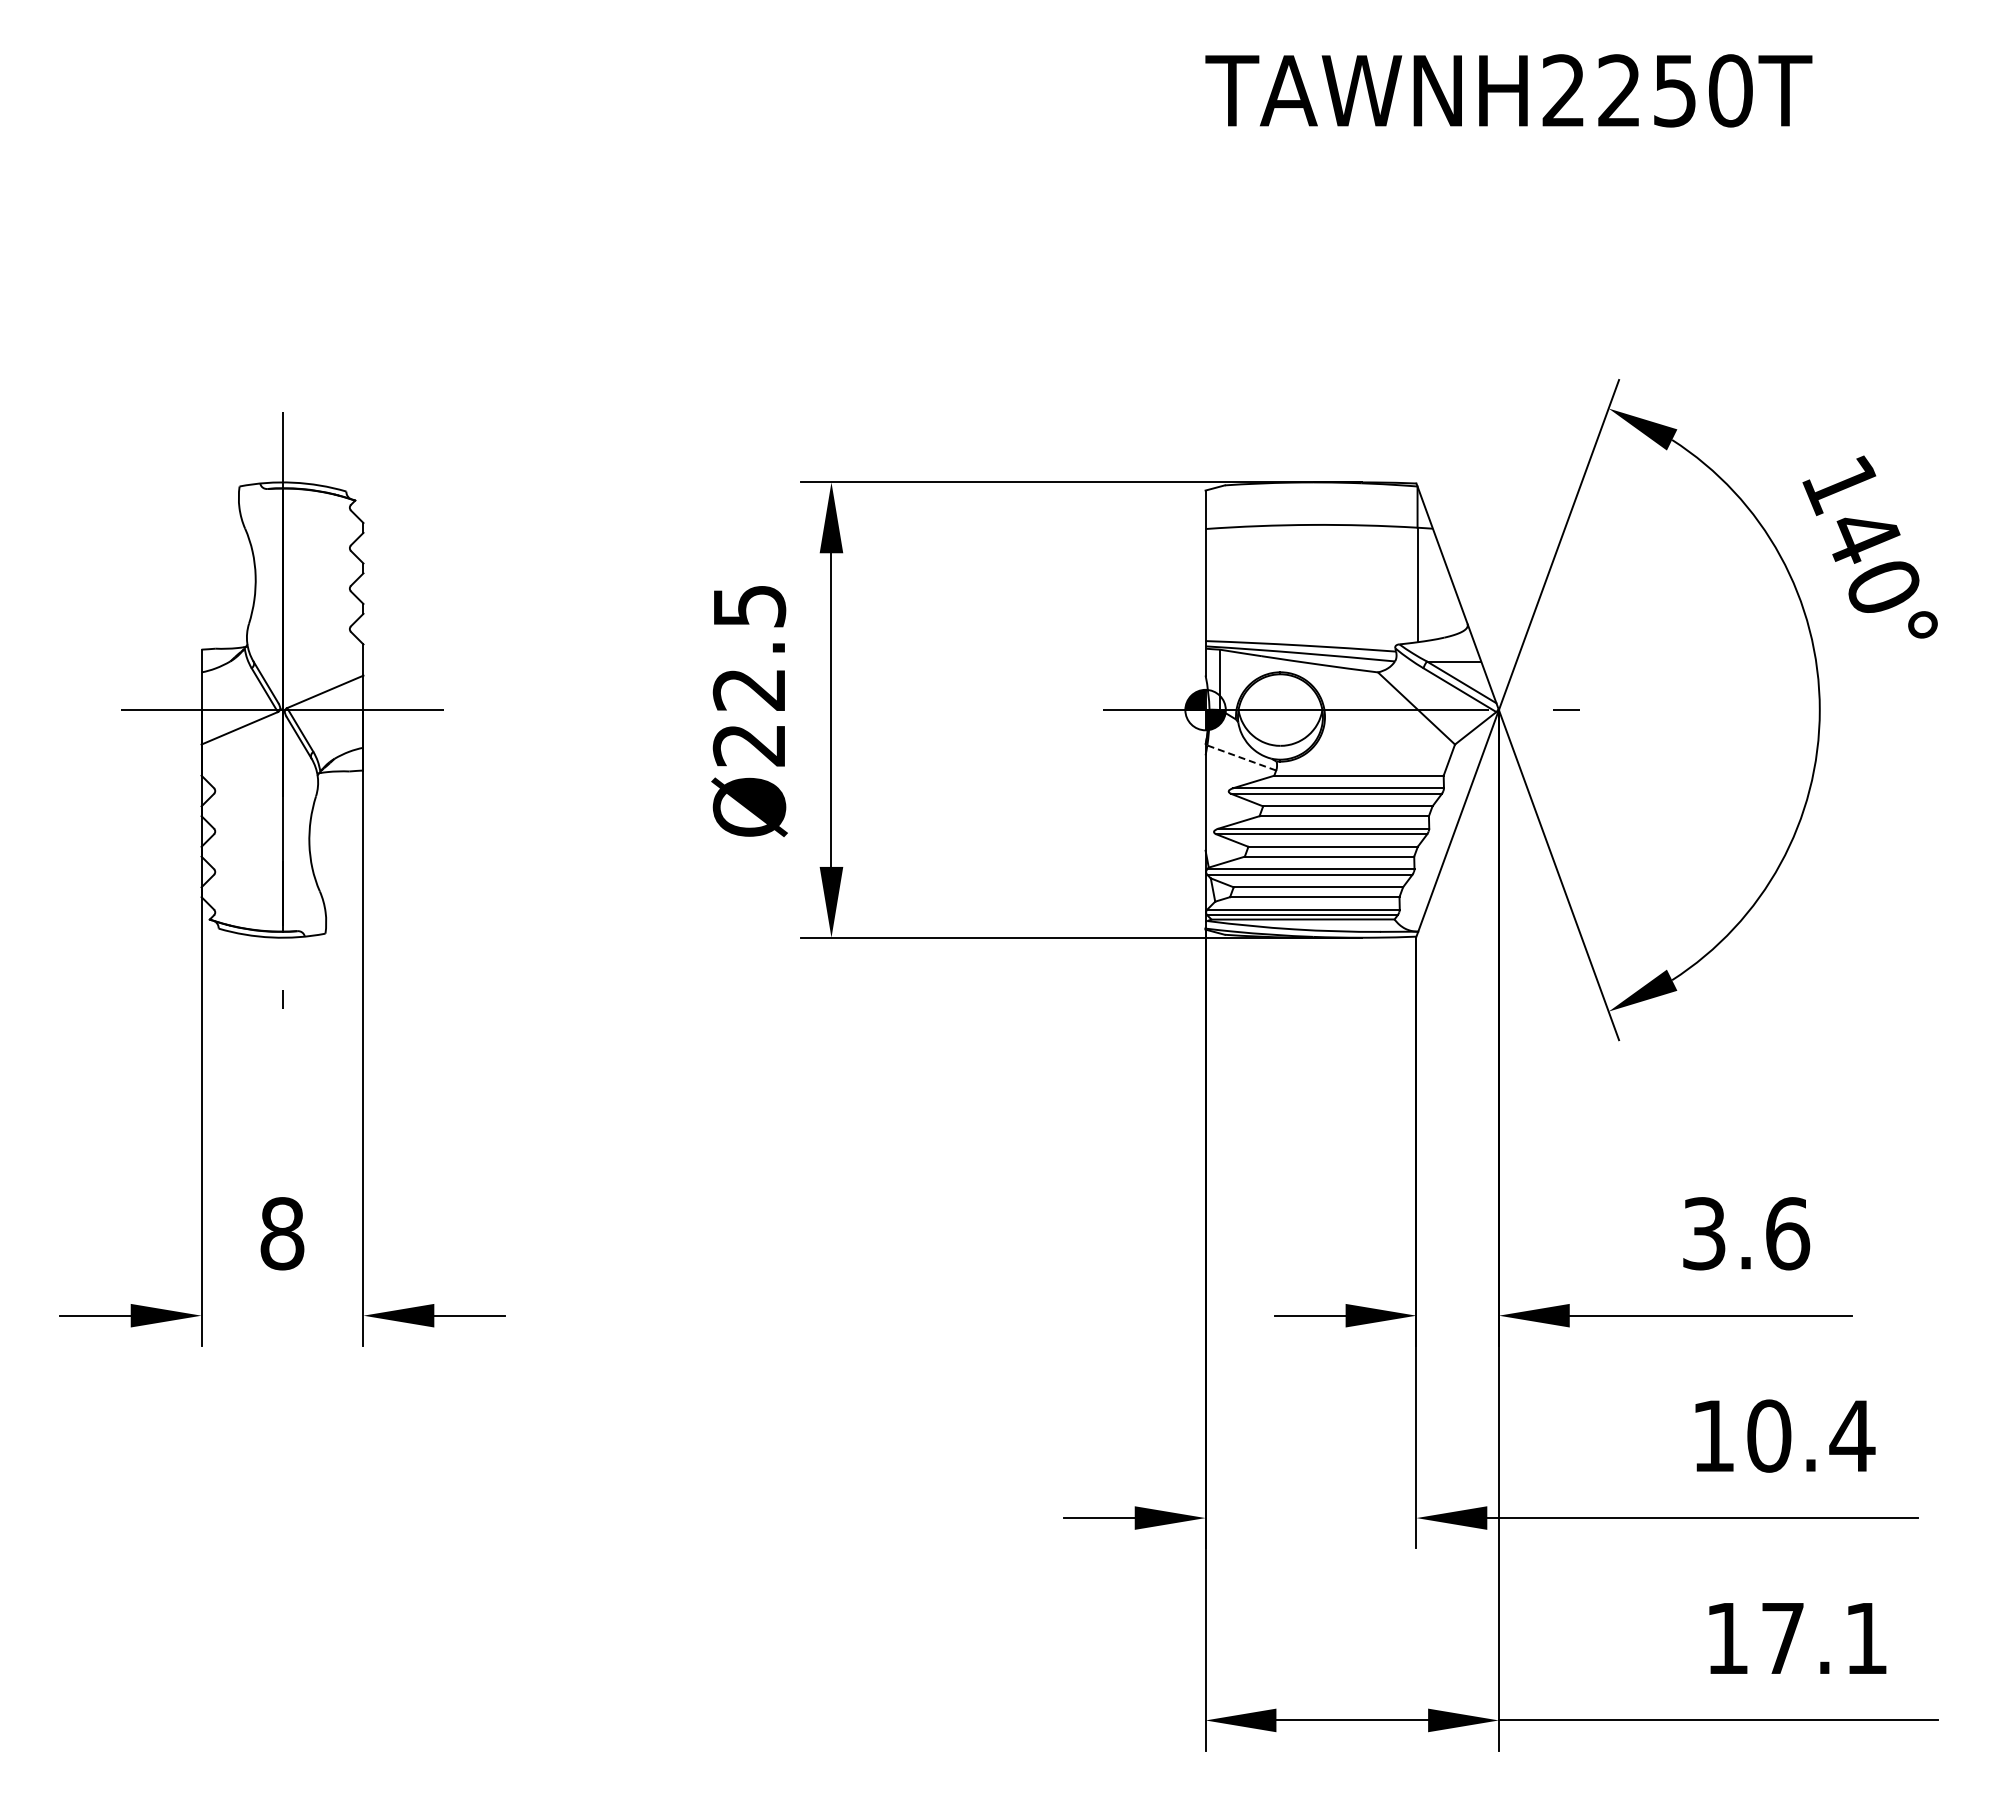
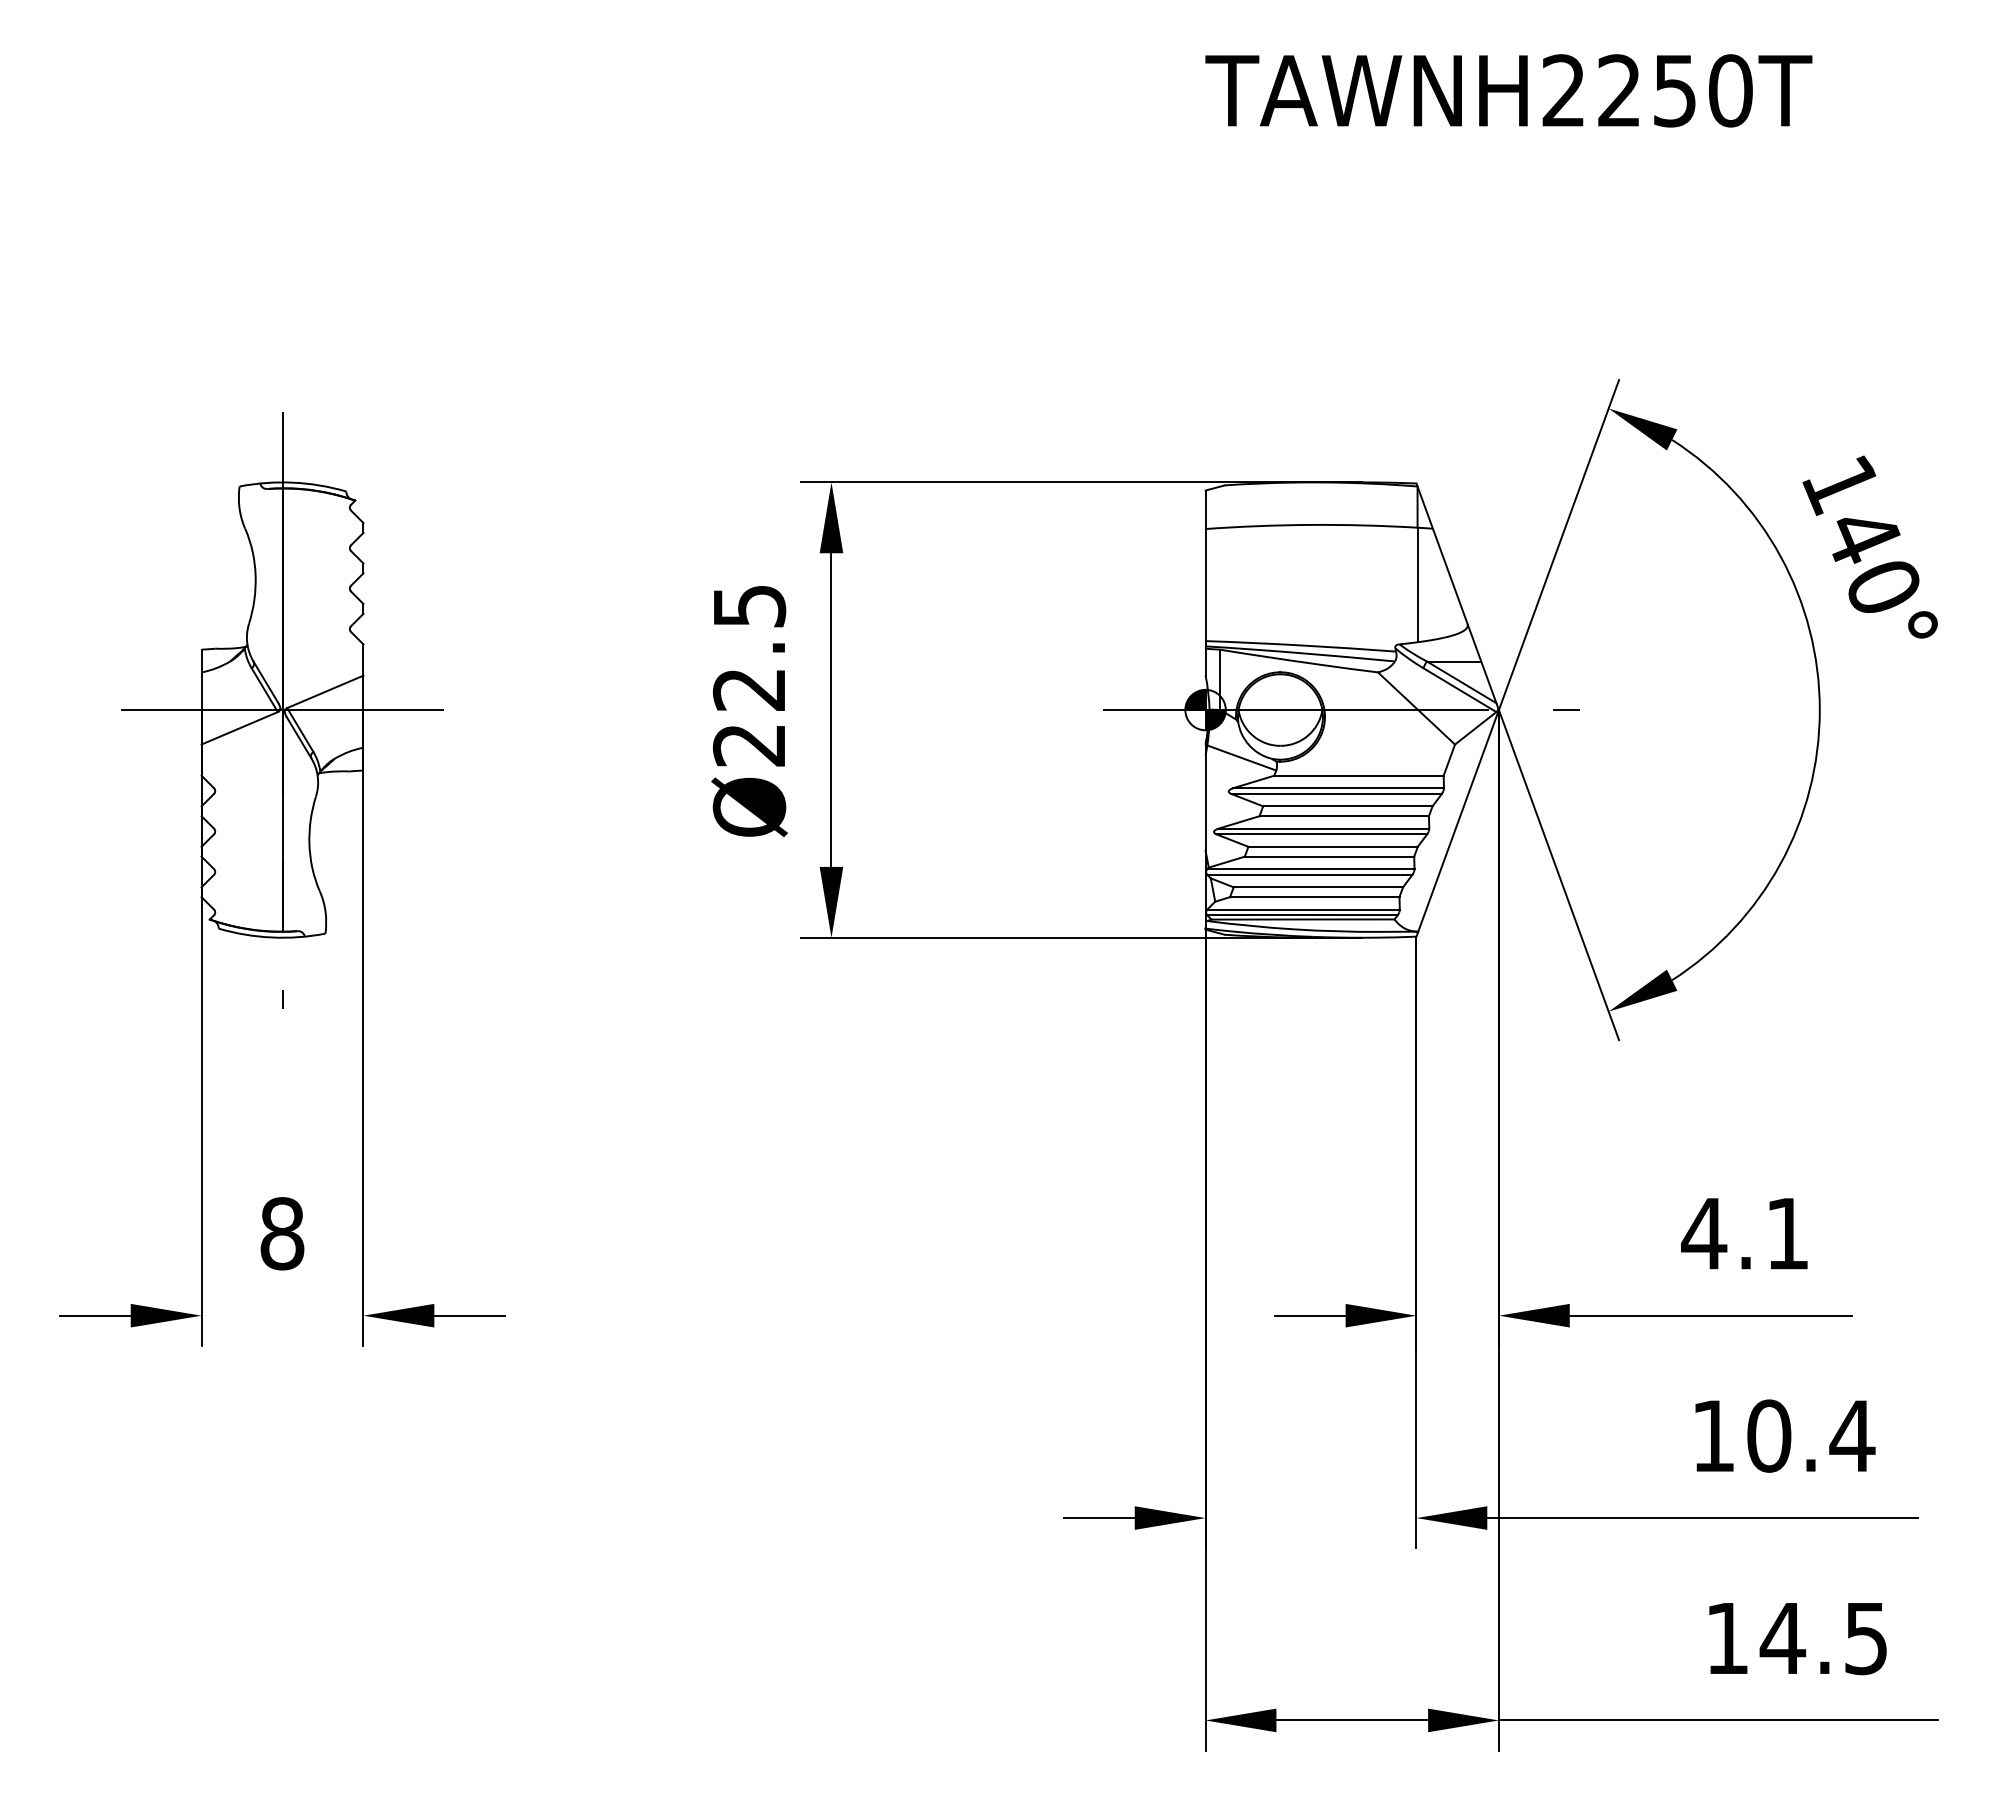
line at (1241, 757): dashed -> solid
text at (1745, 1233): 3.6 -> 4.1
text at (1822, 1639): 17.1 -> 14.5
